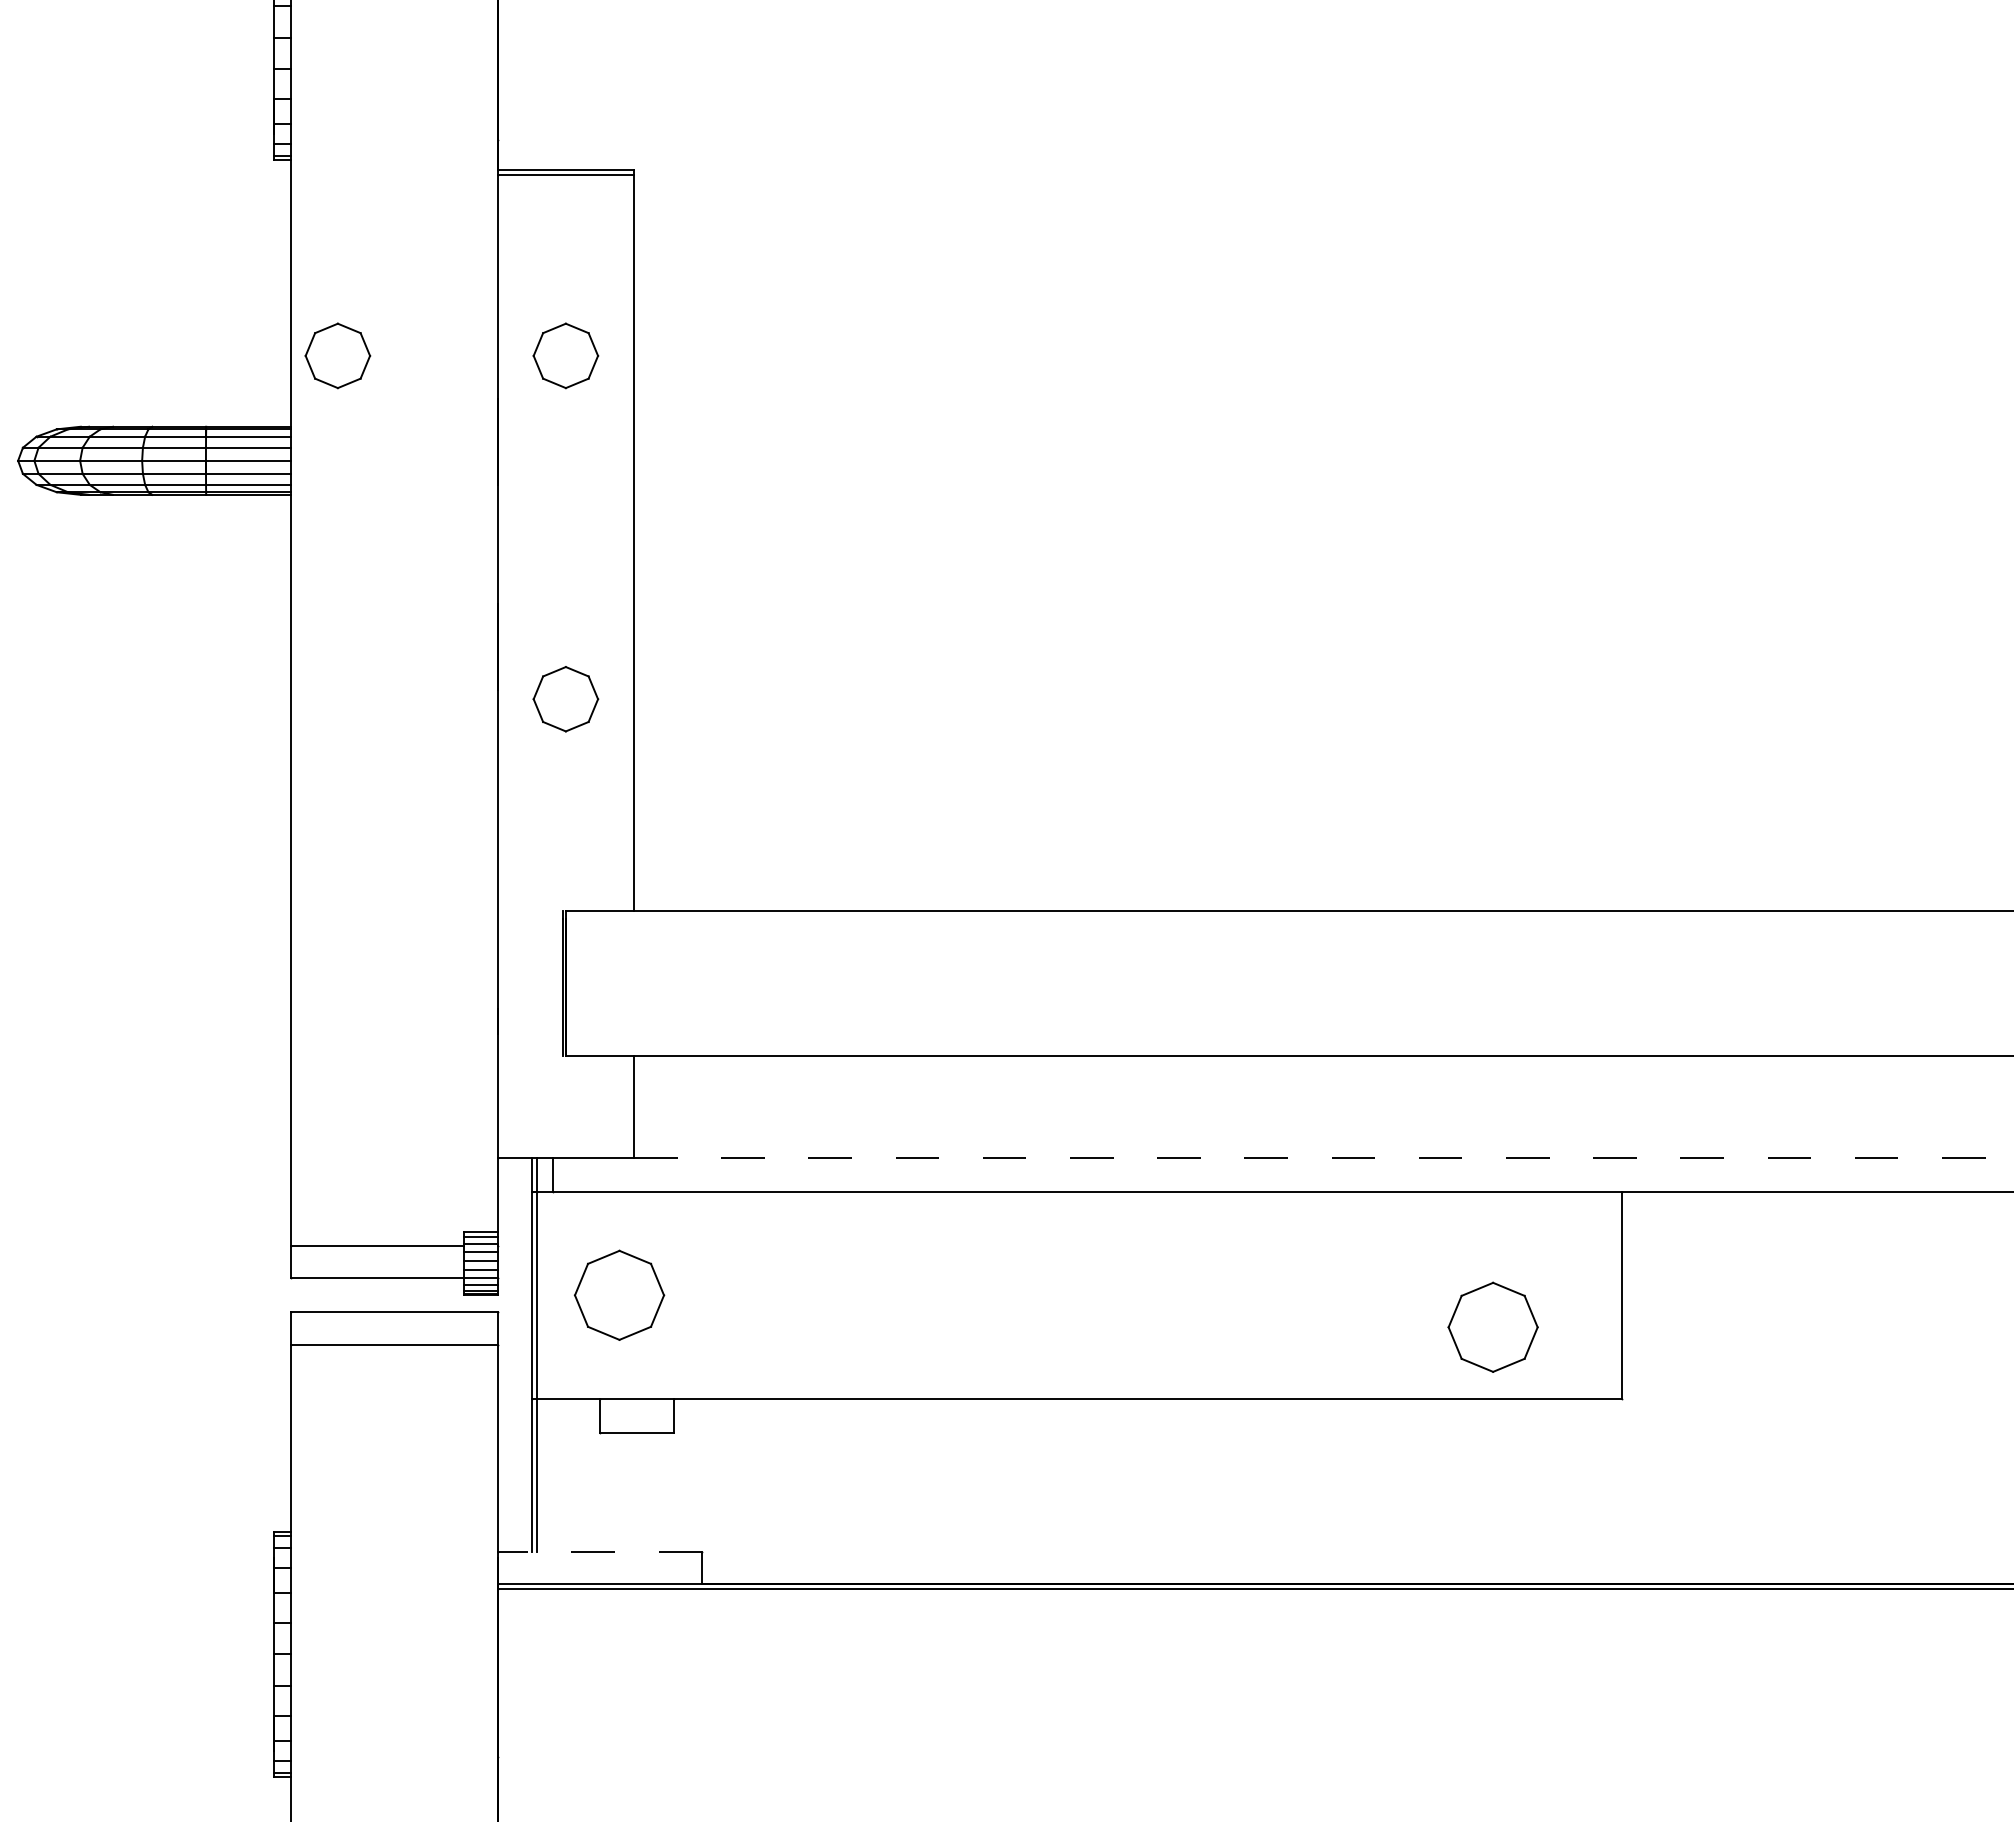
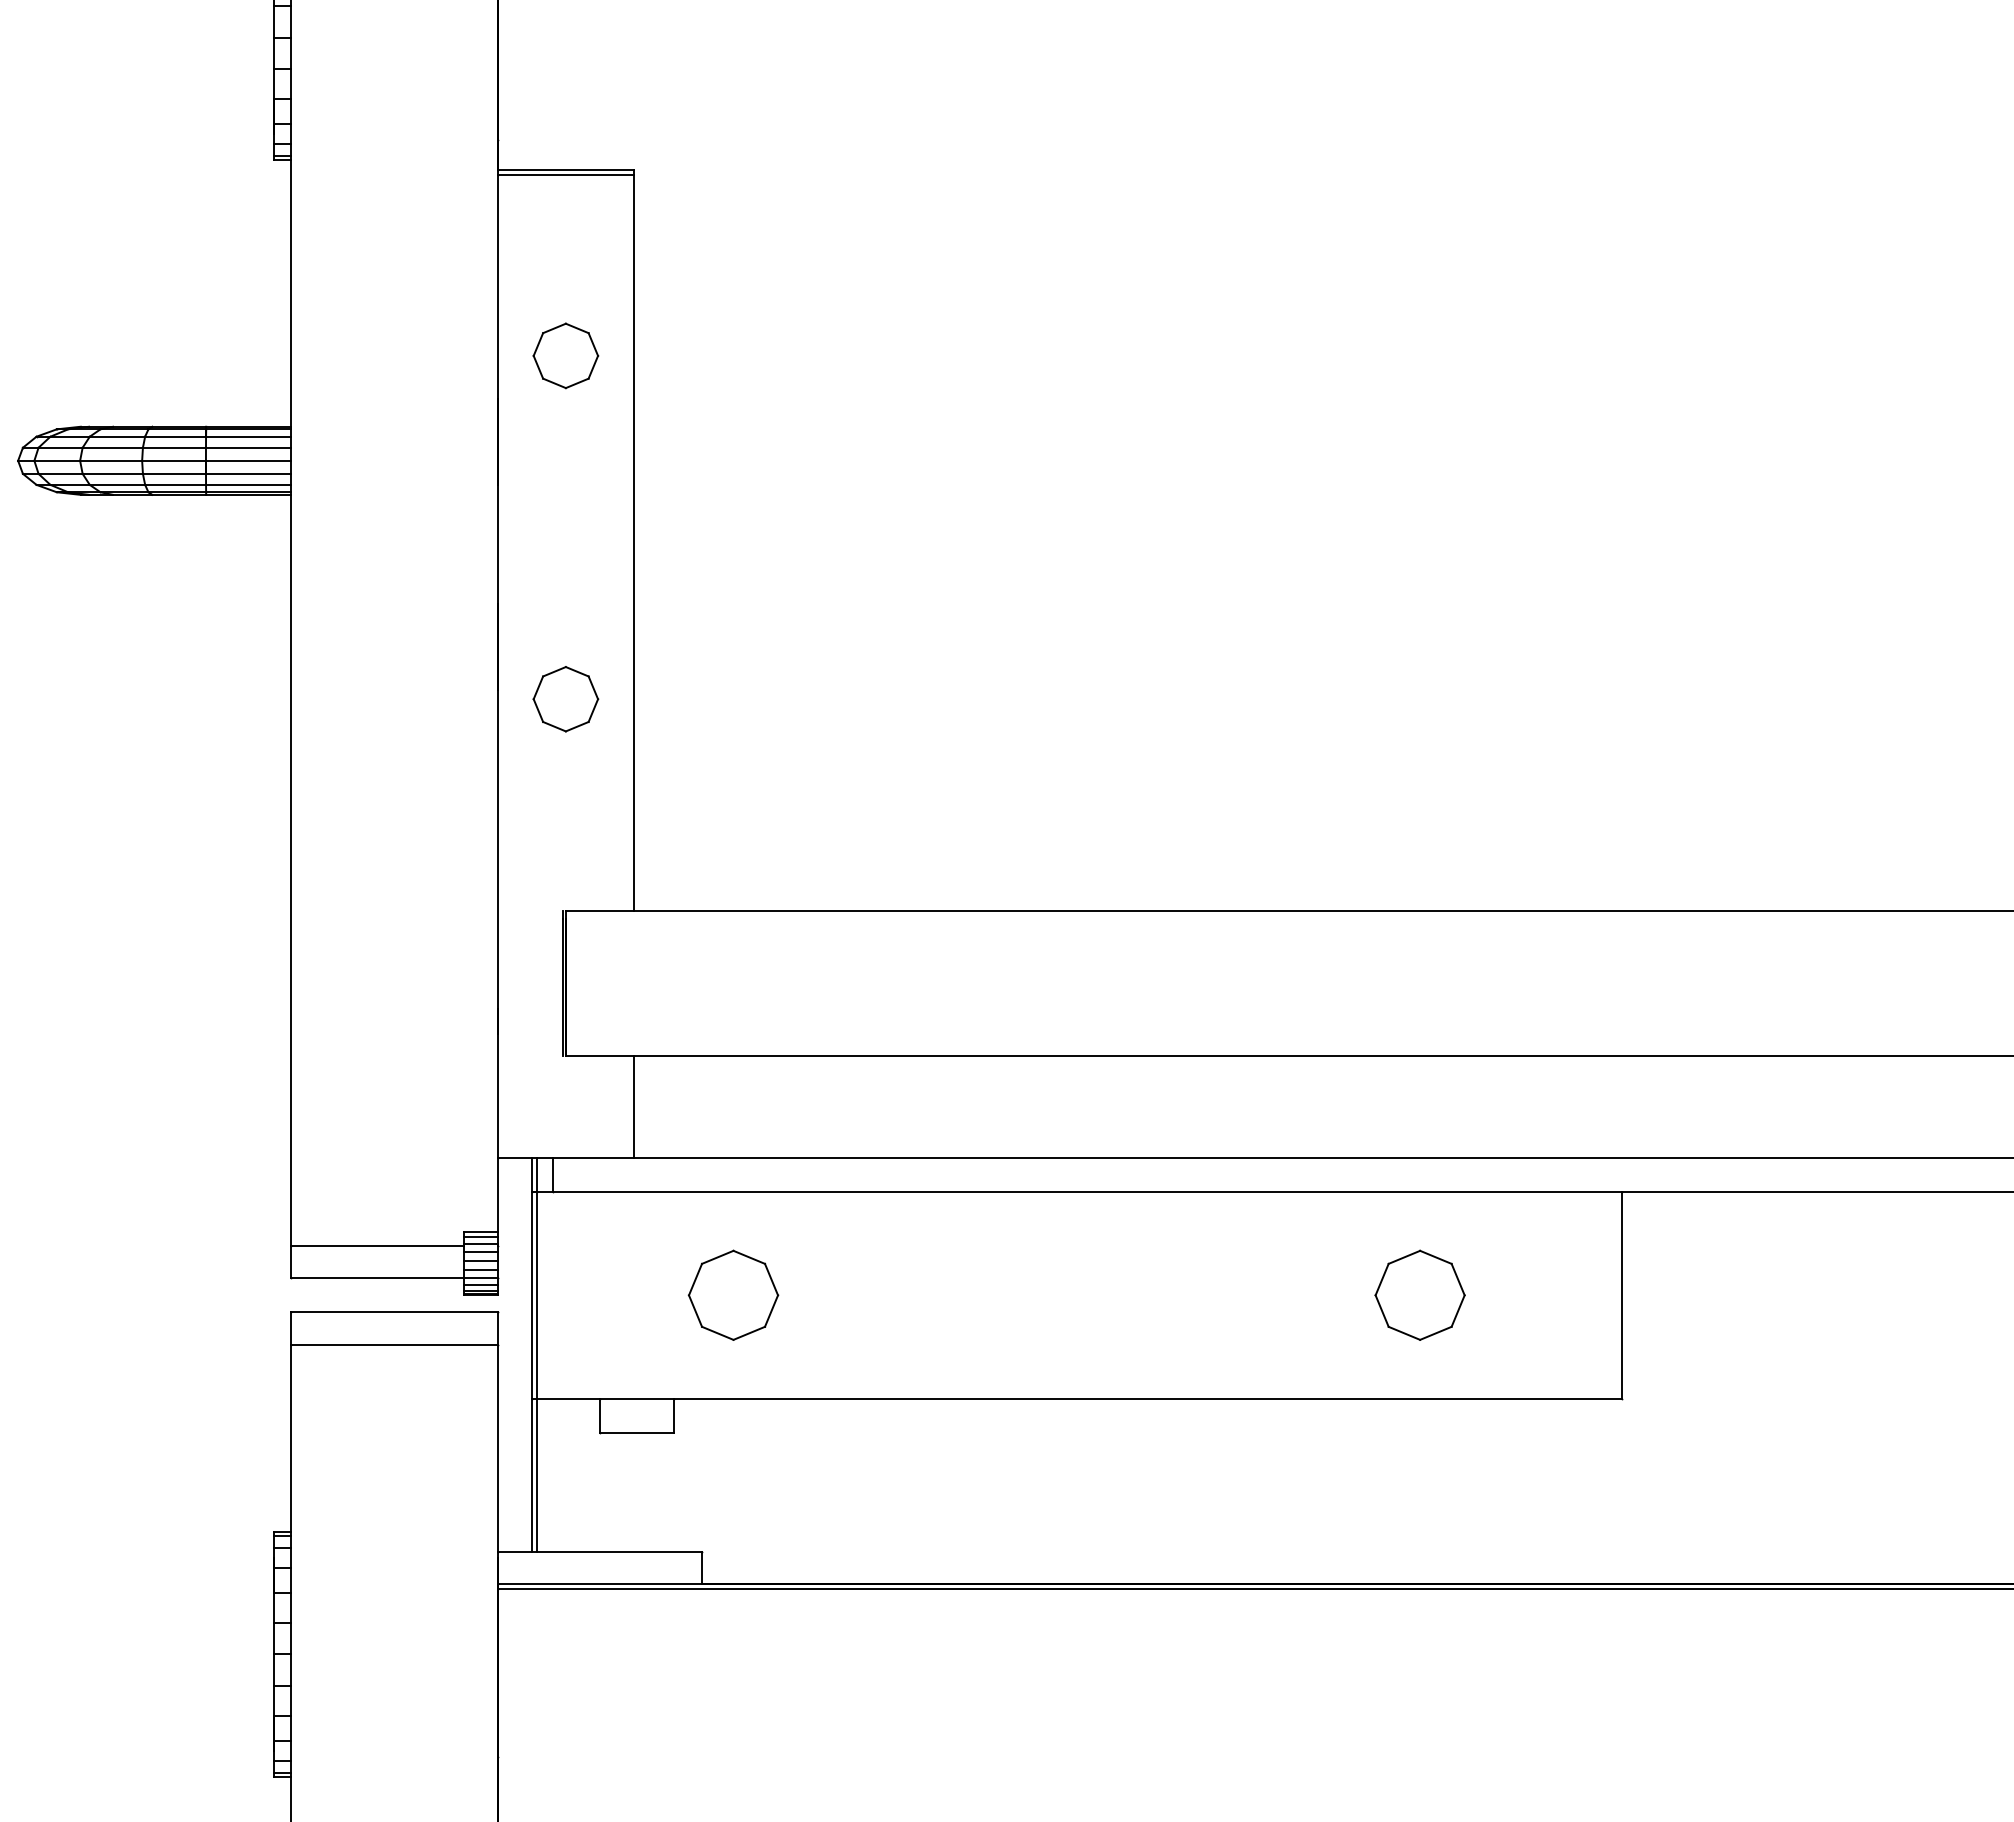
part at (337, 355): present -> none
line at (1323, 1157): dashed -> solid
part at (619, 1294) position: (619, 1294) -> (733, 1294)
part at (1492, 1326) position: (1492, 1326) -> (1419, 1294)
line at (599, 1552): dashed -> solid
